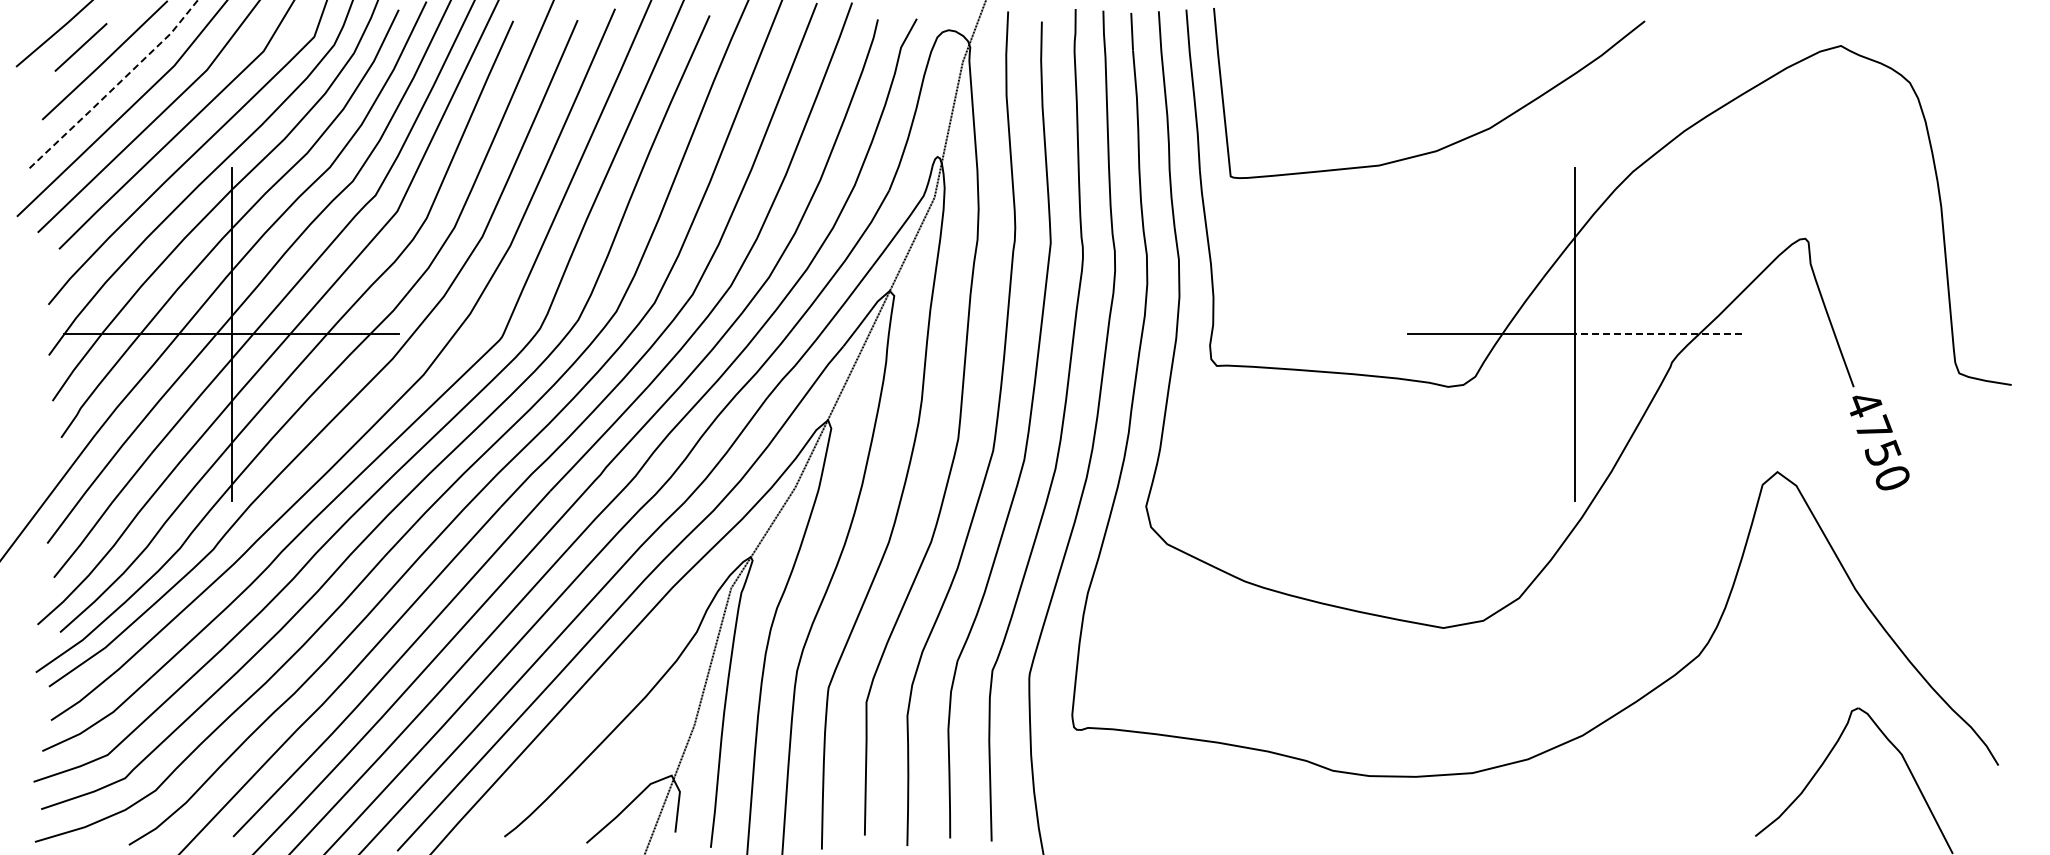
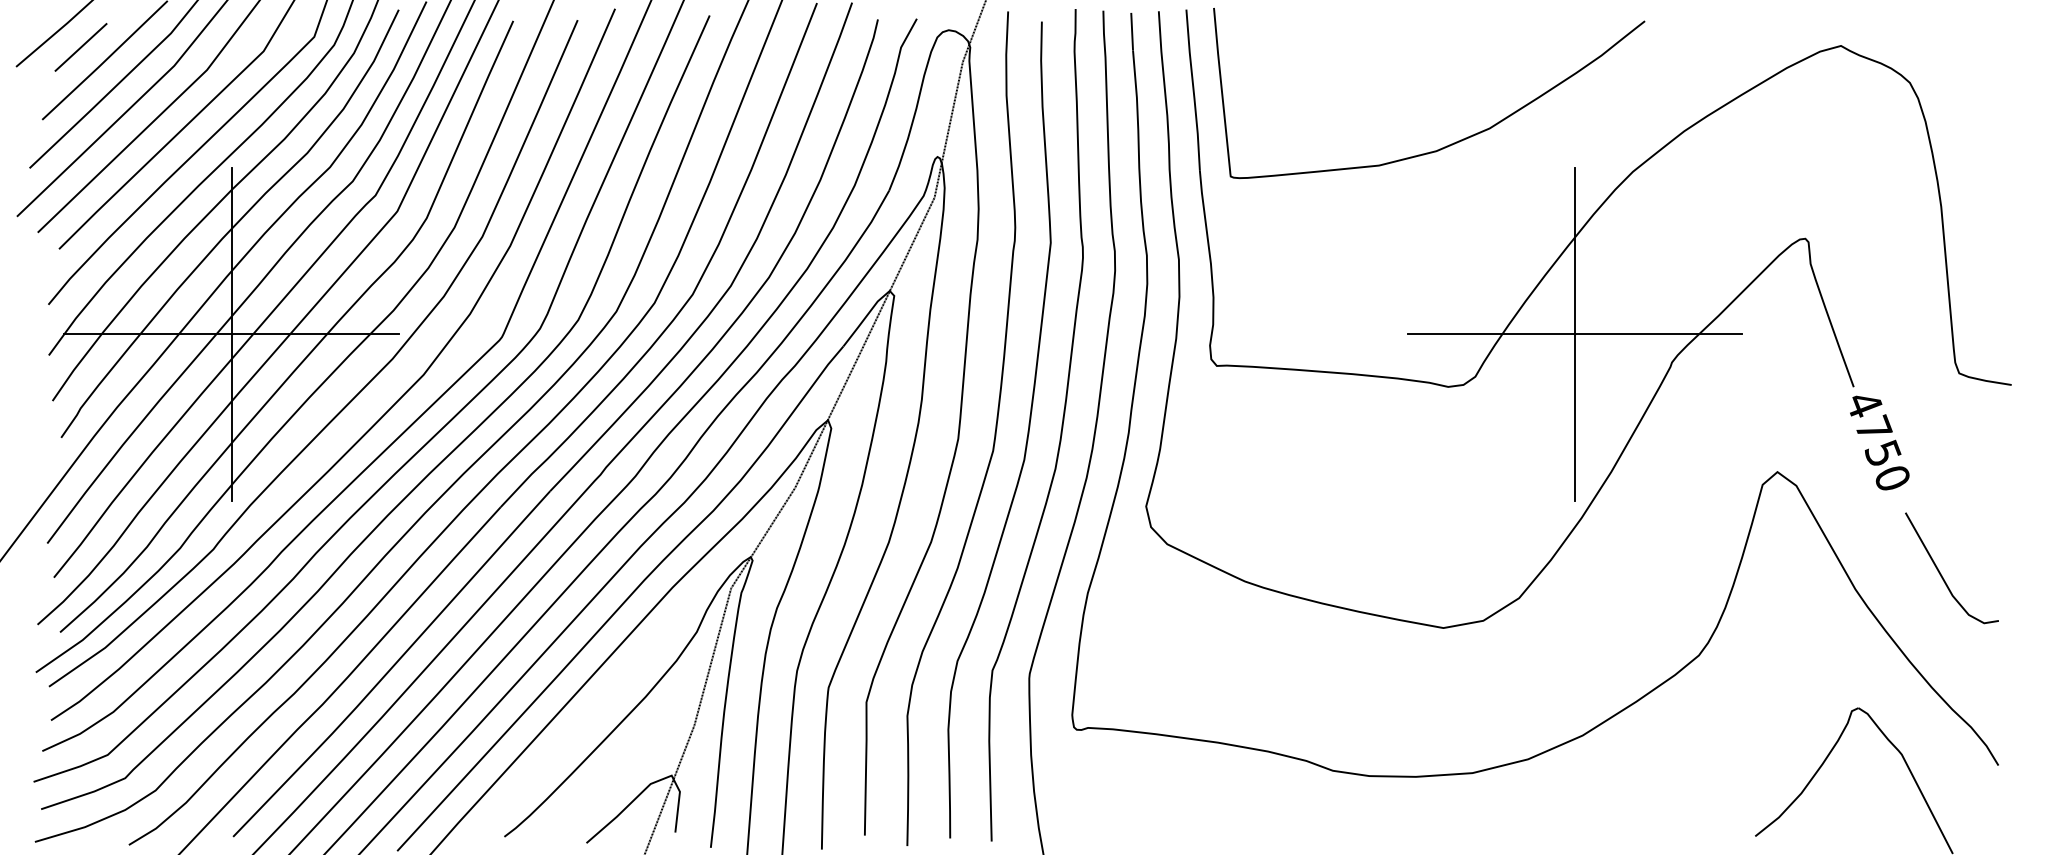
line at (116, 85): dashed -> solid
line at (1658, 334): dashed -> solid
line at (1941, 573): none -> present
